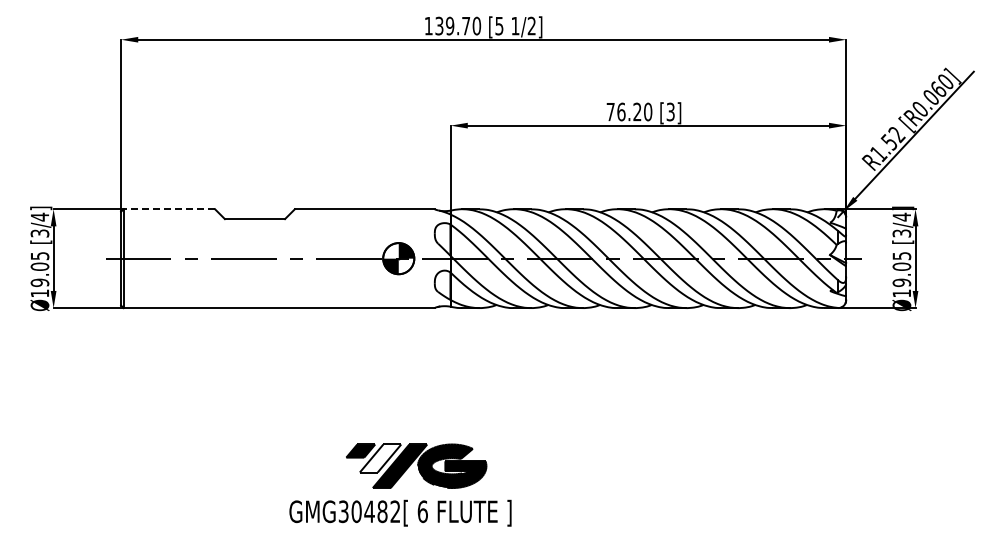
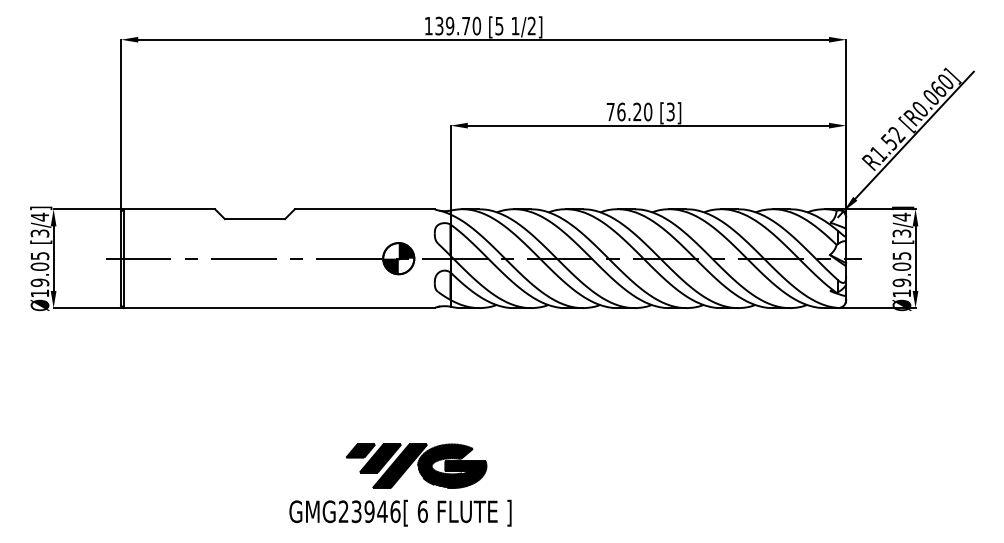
line at (169, 209): dashed -> solid
fill at (380, 458): none -> present
text at (369, 511): GMG30482[ -> GMG23946[
